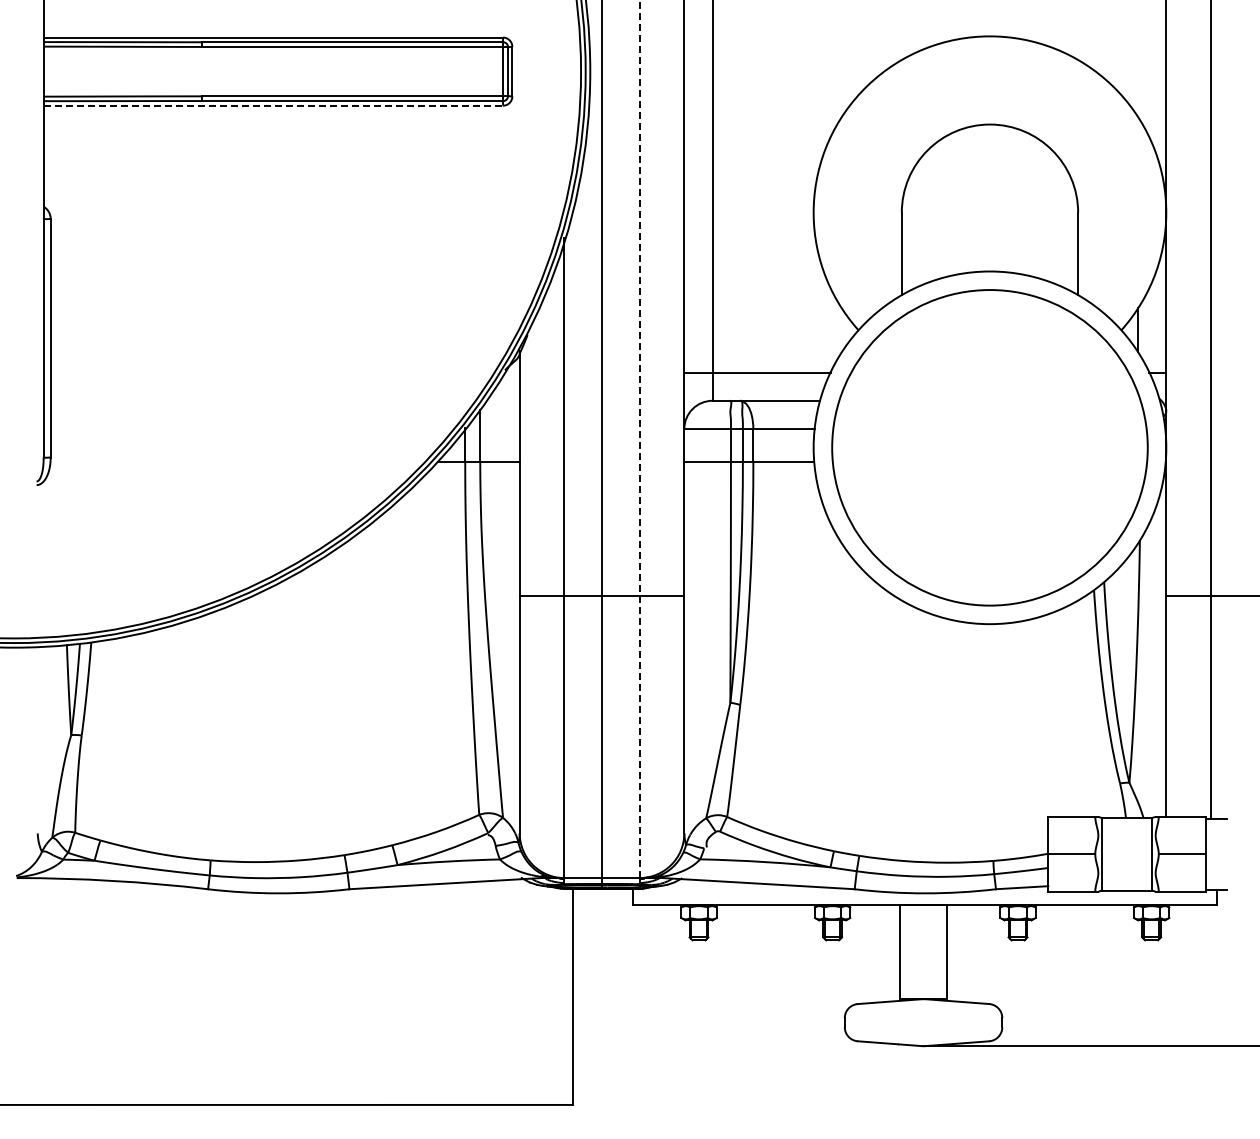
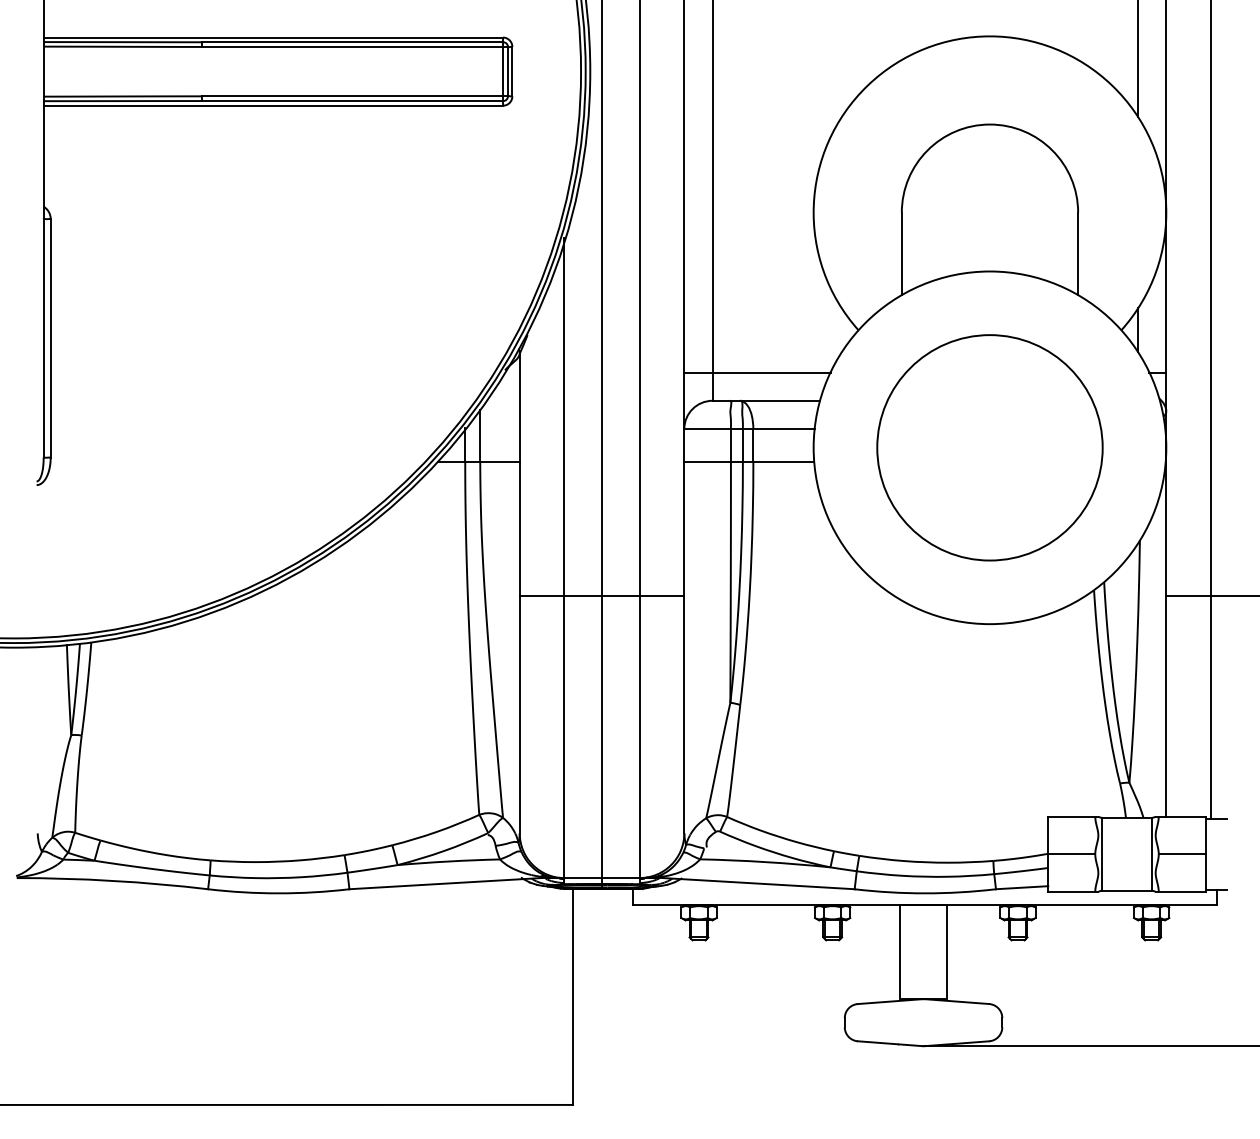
line at (1138, 59): none -> present
line at (273, 105): dashed -> solid
line at (639, 439): dashed -> solid
circle at (989, 447) diameter: 316 px -> 225 px
